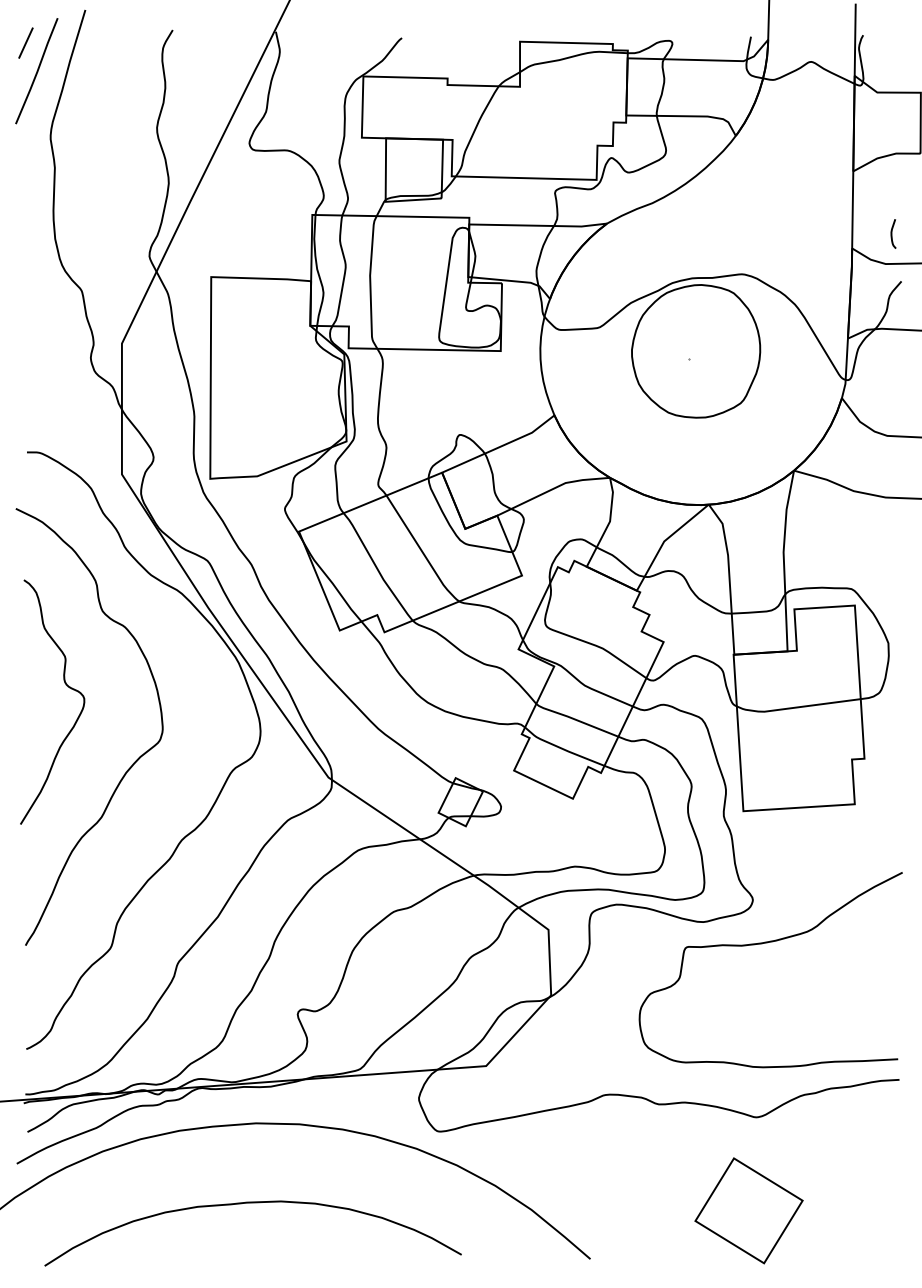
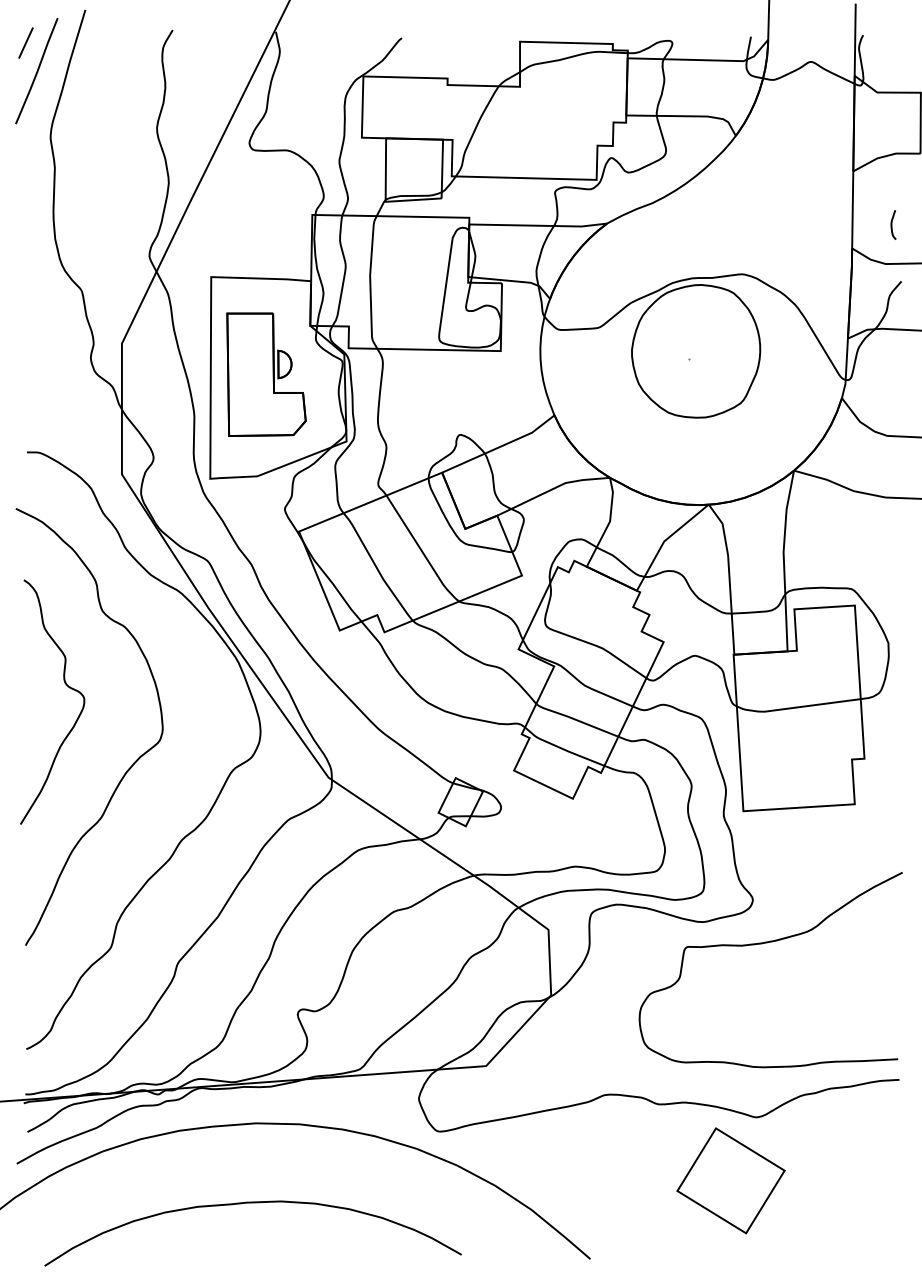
curve at (892, 233) position: (892, 233) -> (892, 224)
part at (266, 374): none -> present
part at (748, 1210) position: (748, 1210) -> (730, 1180)
